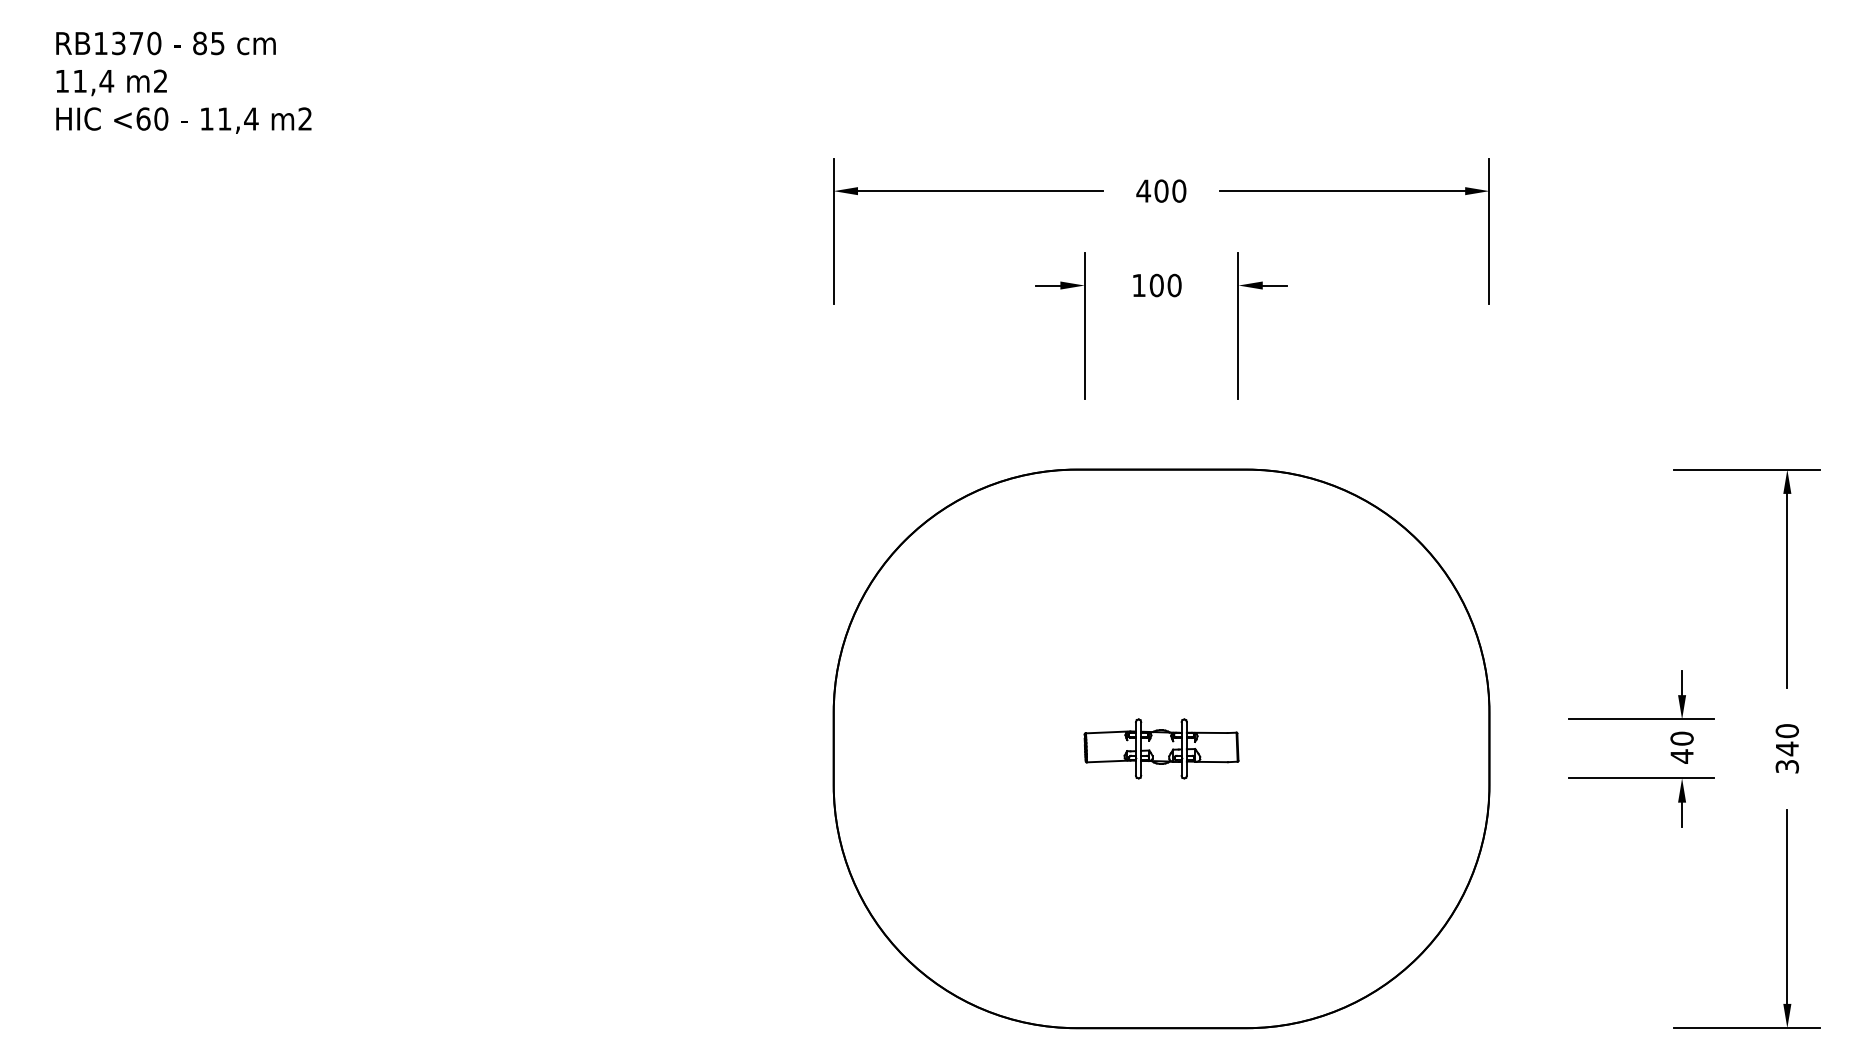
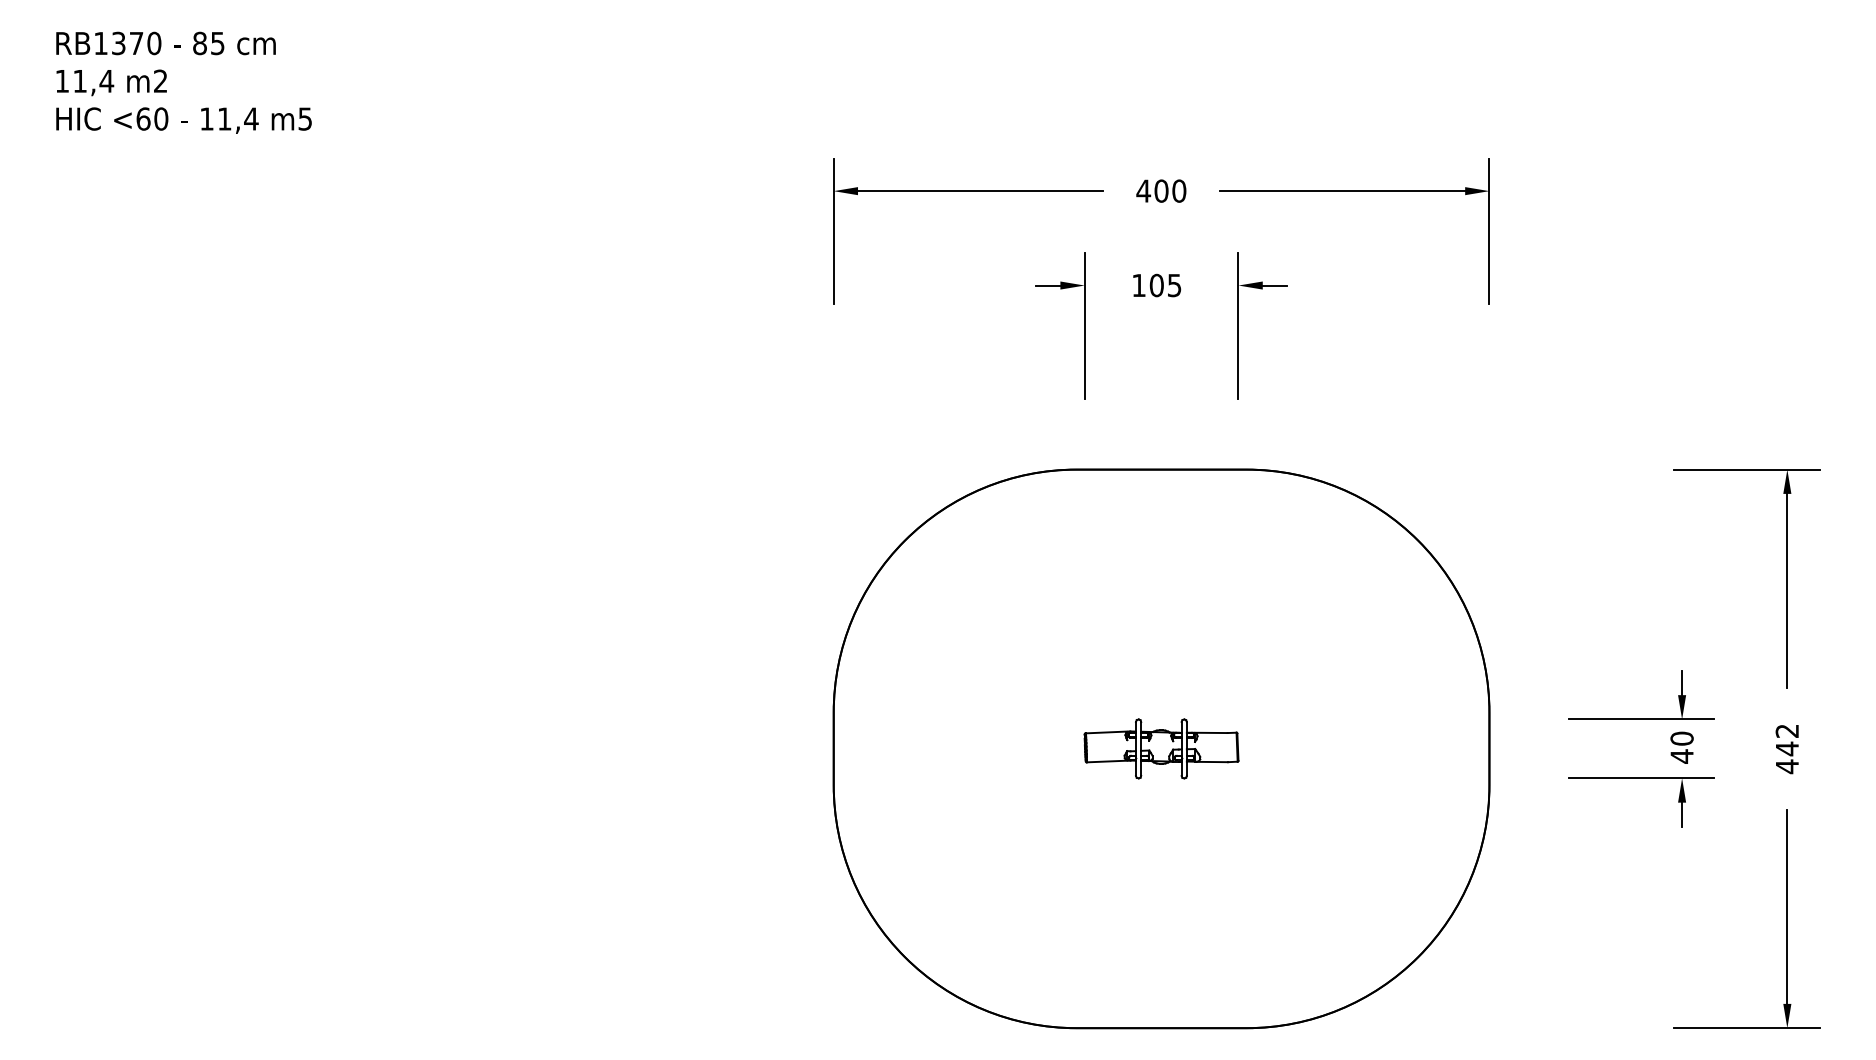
text at (304, 118): m2 -> m5
text at (1174, 285): 100 -> 105
text at (1786, 749): 340 -> 442
